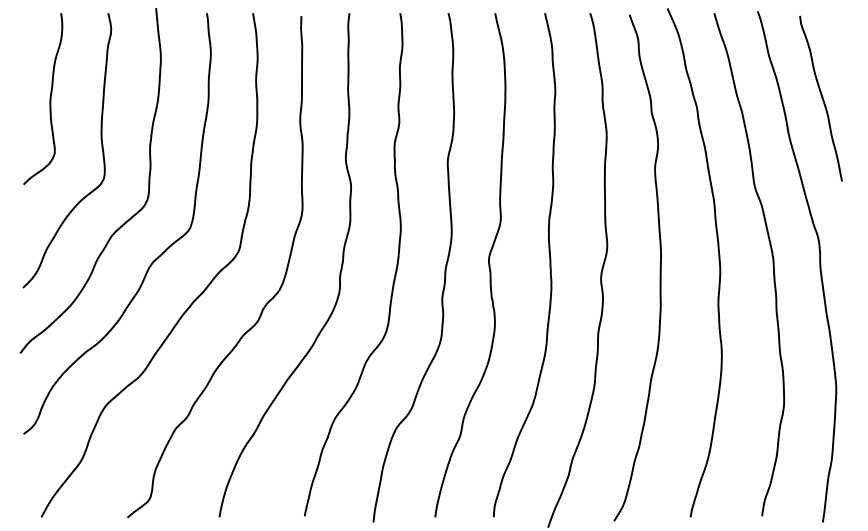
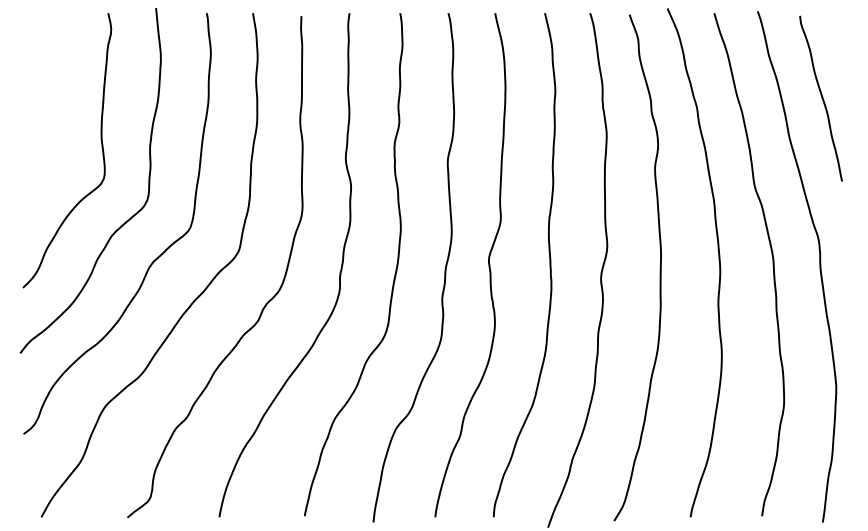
curve at (49, 98): present -> none
